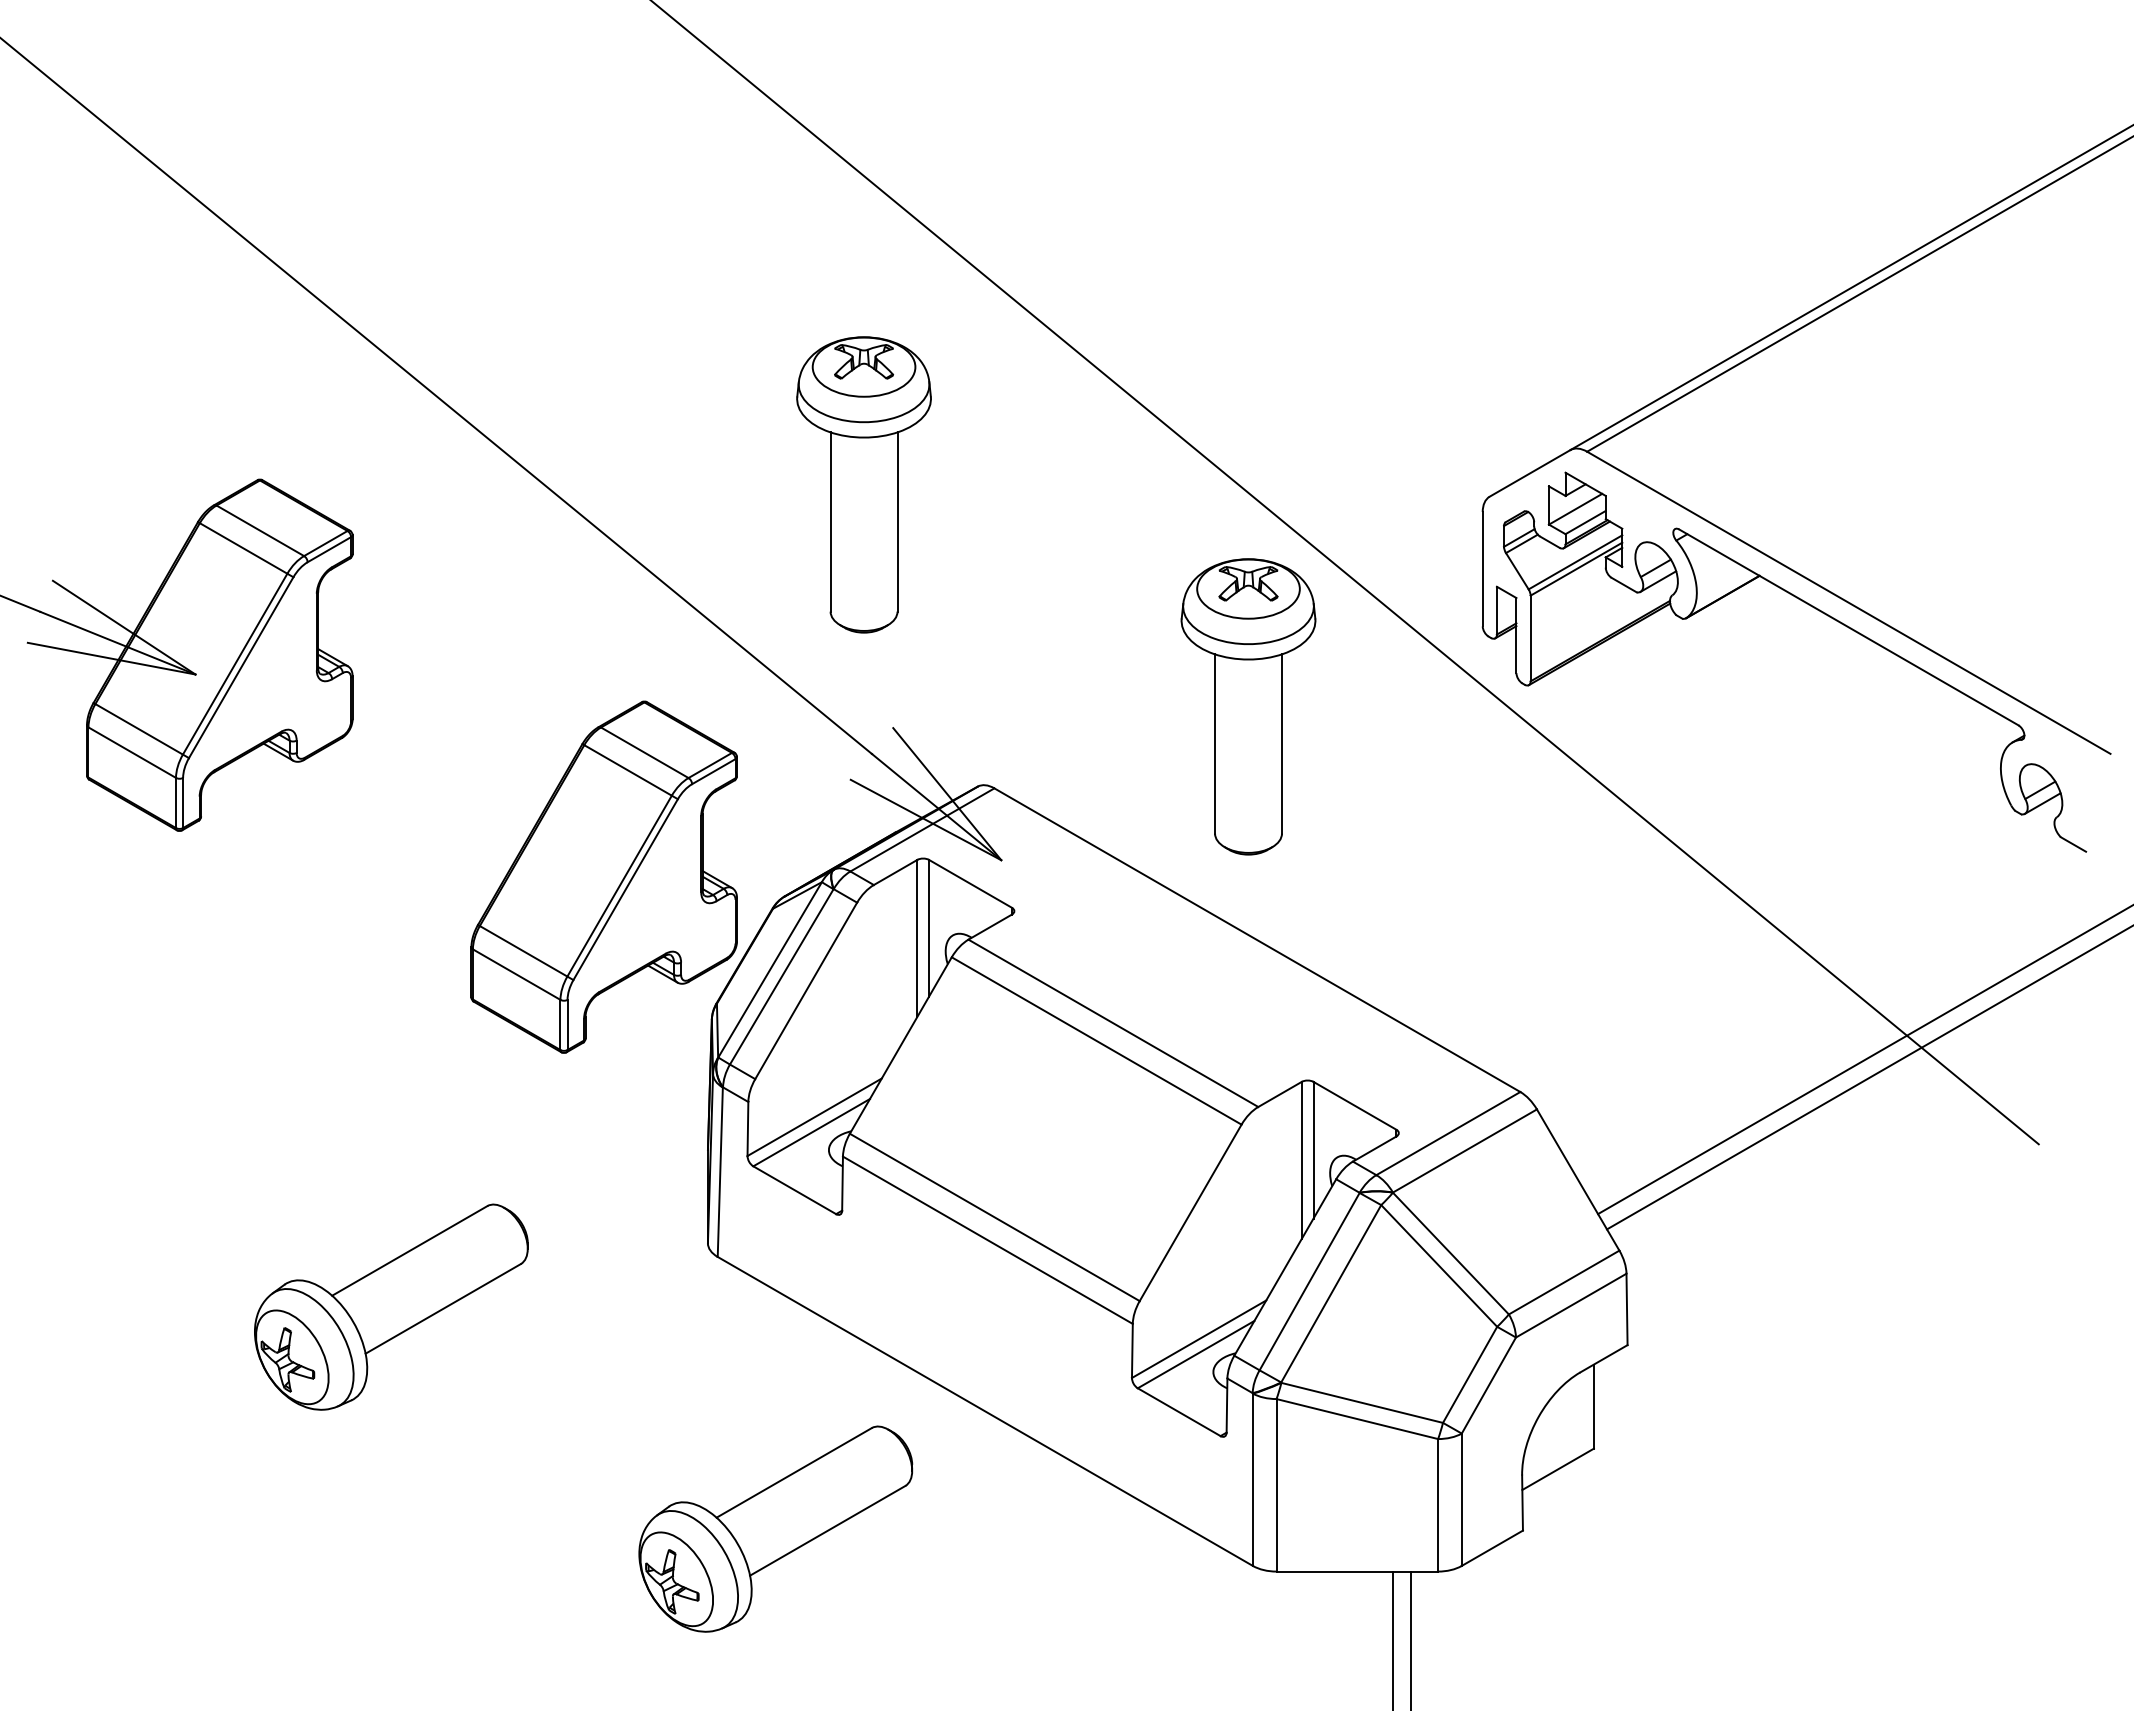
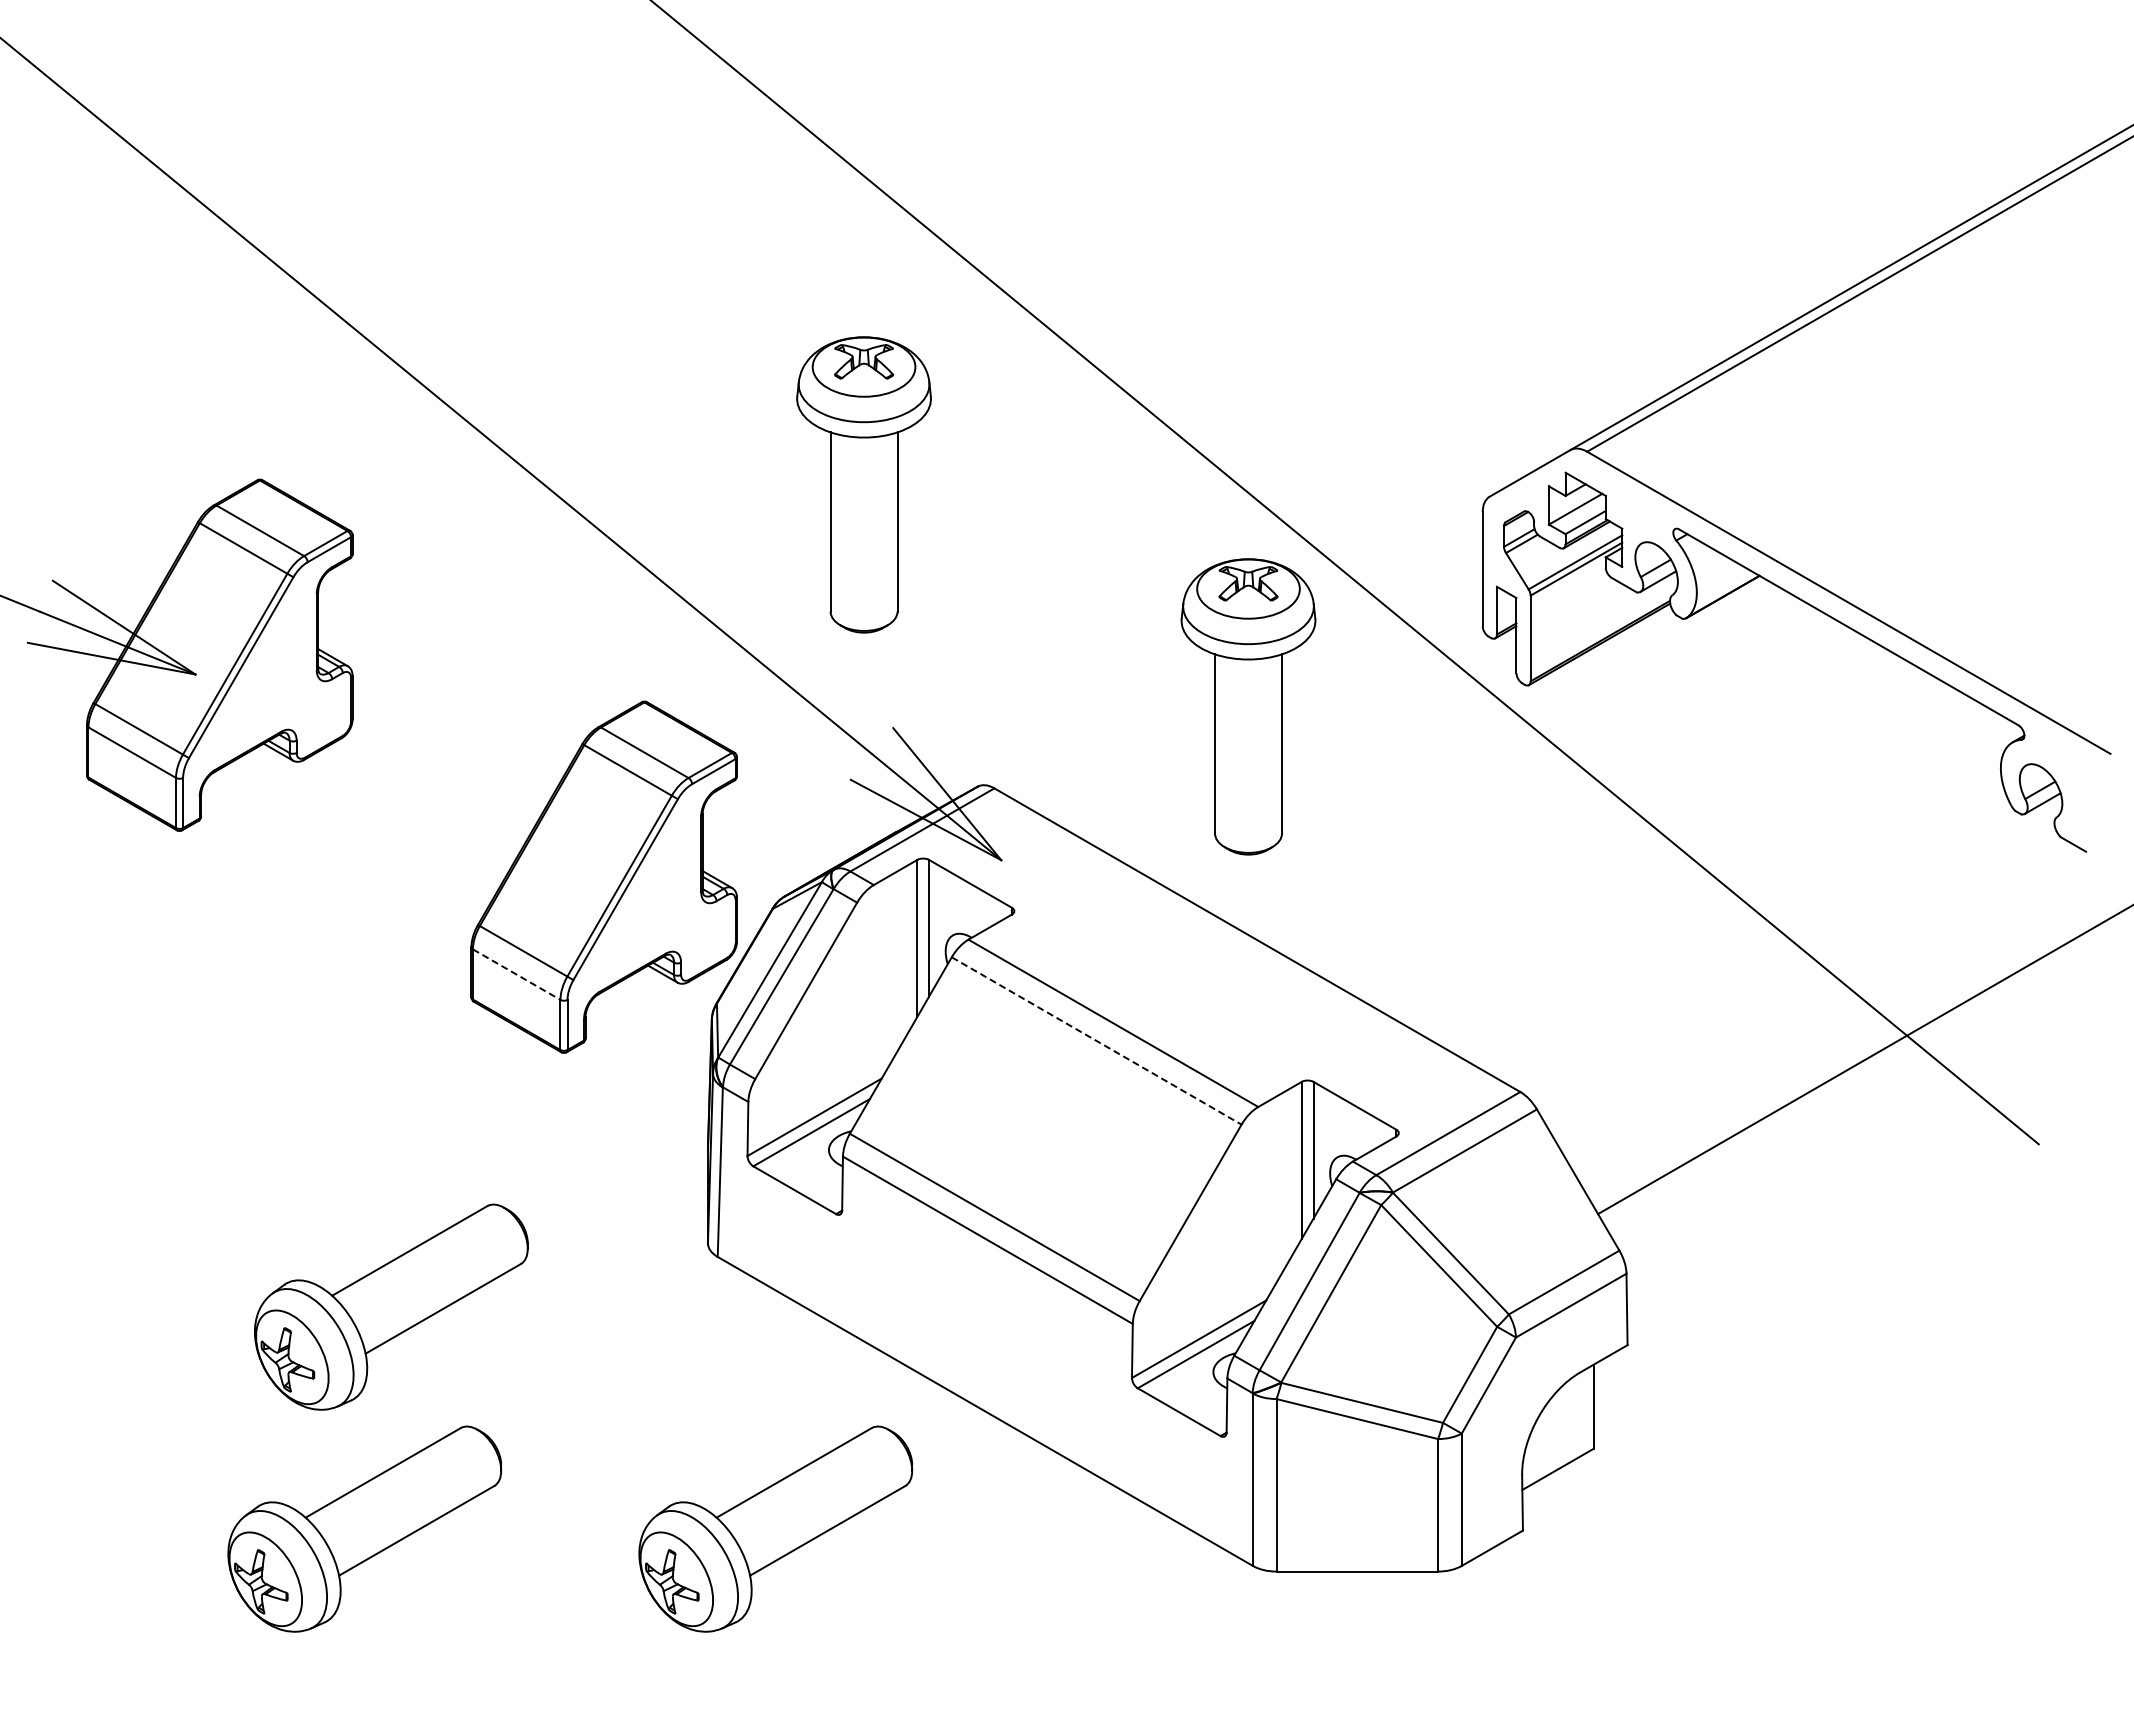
line at (516, 974): solid -> dashed
line at (1097, 1041): solid -> dashed
line at (1868, 1078): present -> none
part at (364, 1528): none -> present
line at (1392, 1639): present -> none
line at (1410, 1639): present -> none
